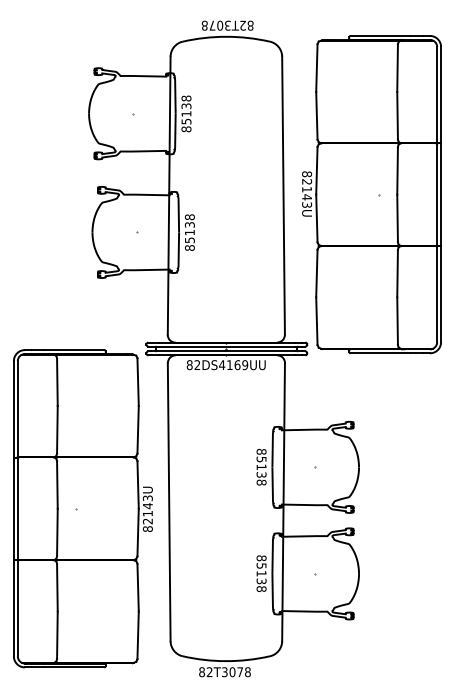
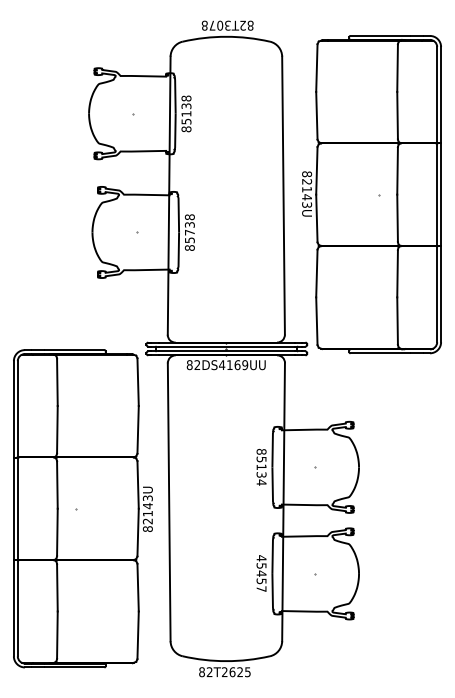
text at (189, 232): 85138 -> 85738
text at (261, 482): 85138 -> 85134
text at (261, 573): 85138 -> 45457
text at (236, 672): 82T3078 -> 82T2625
